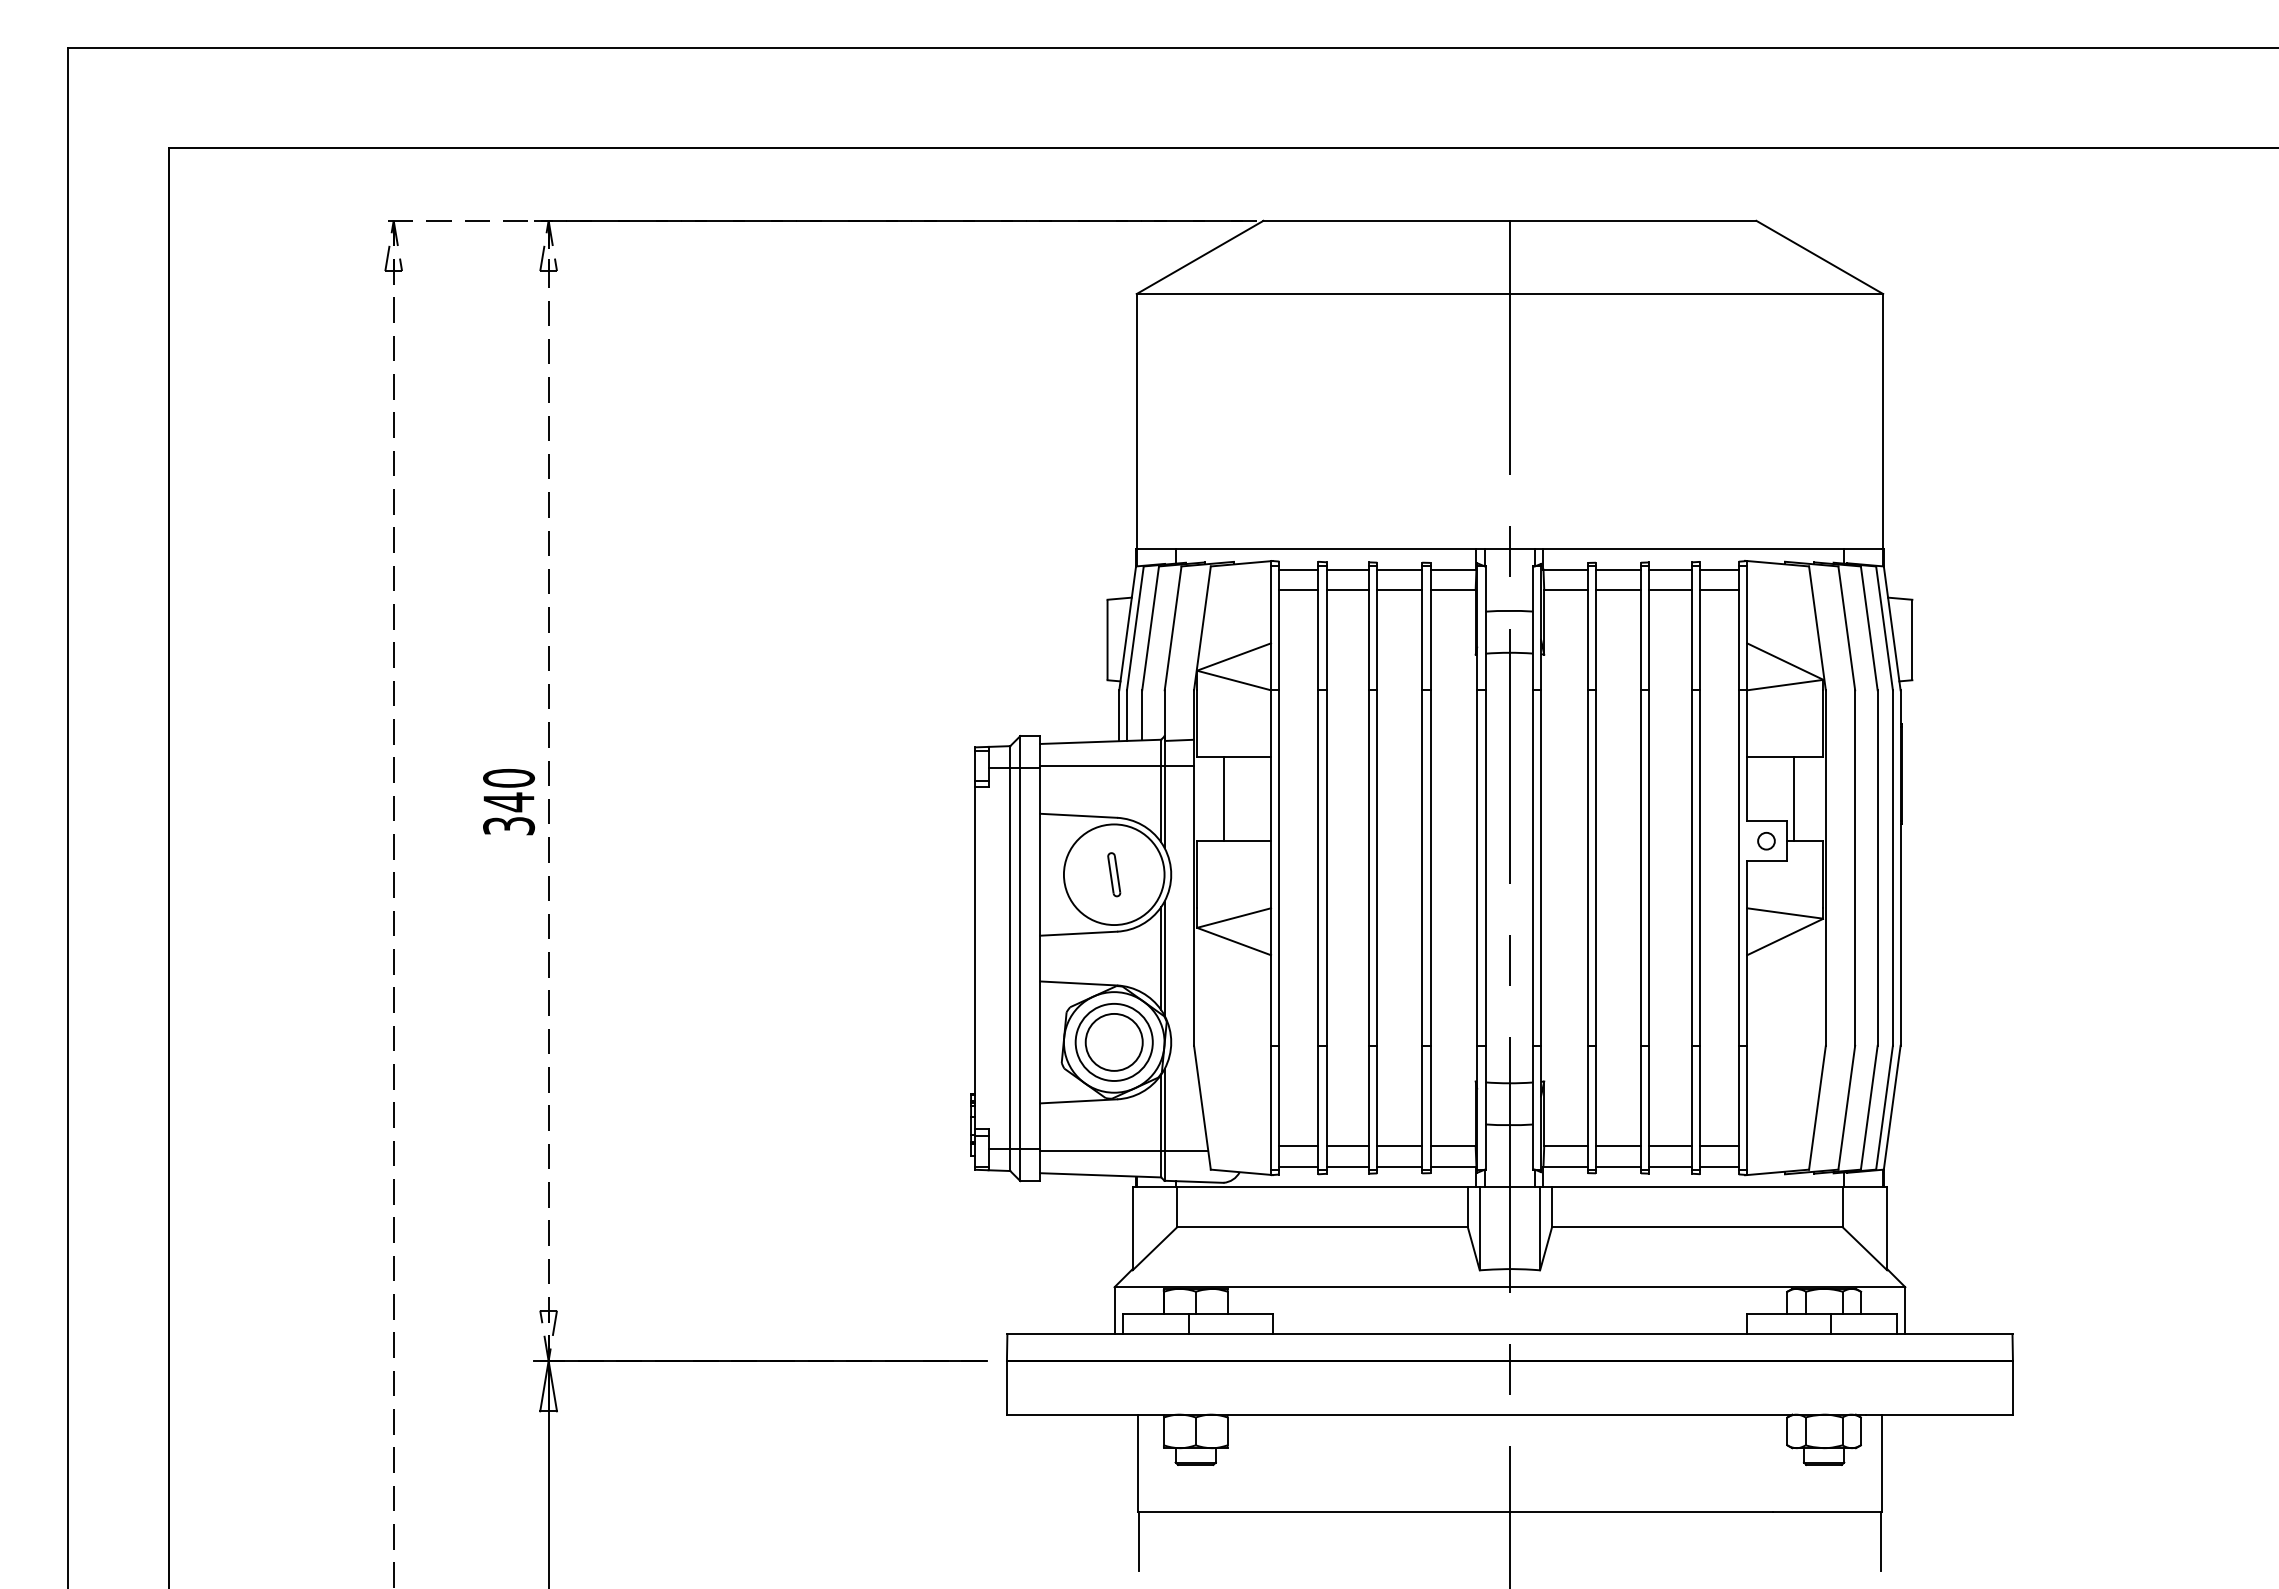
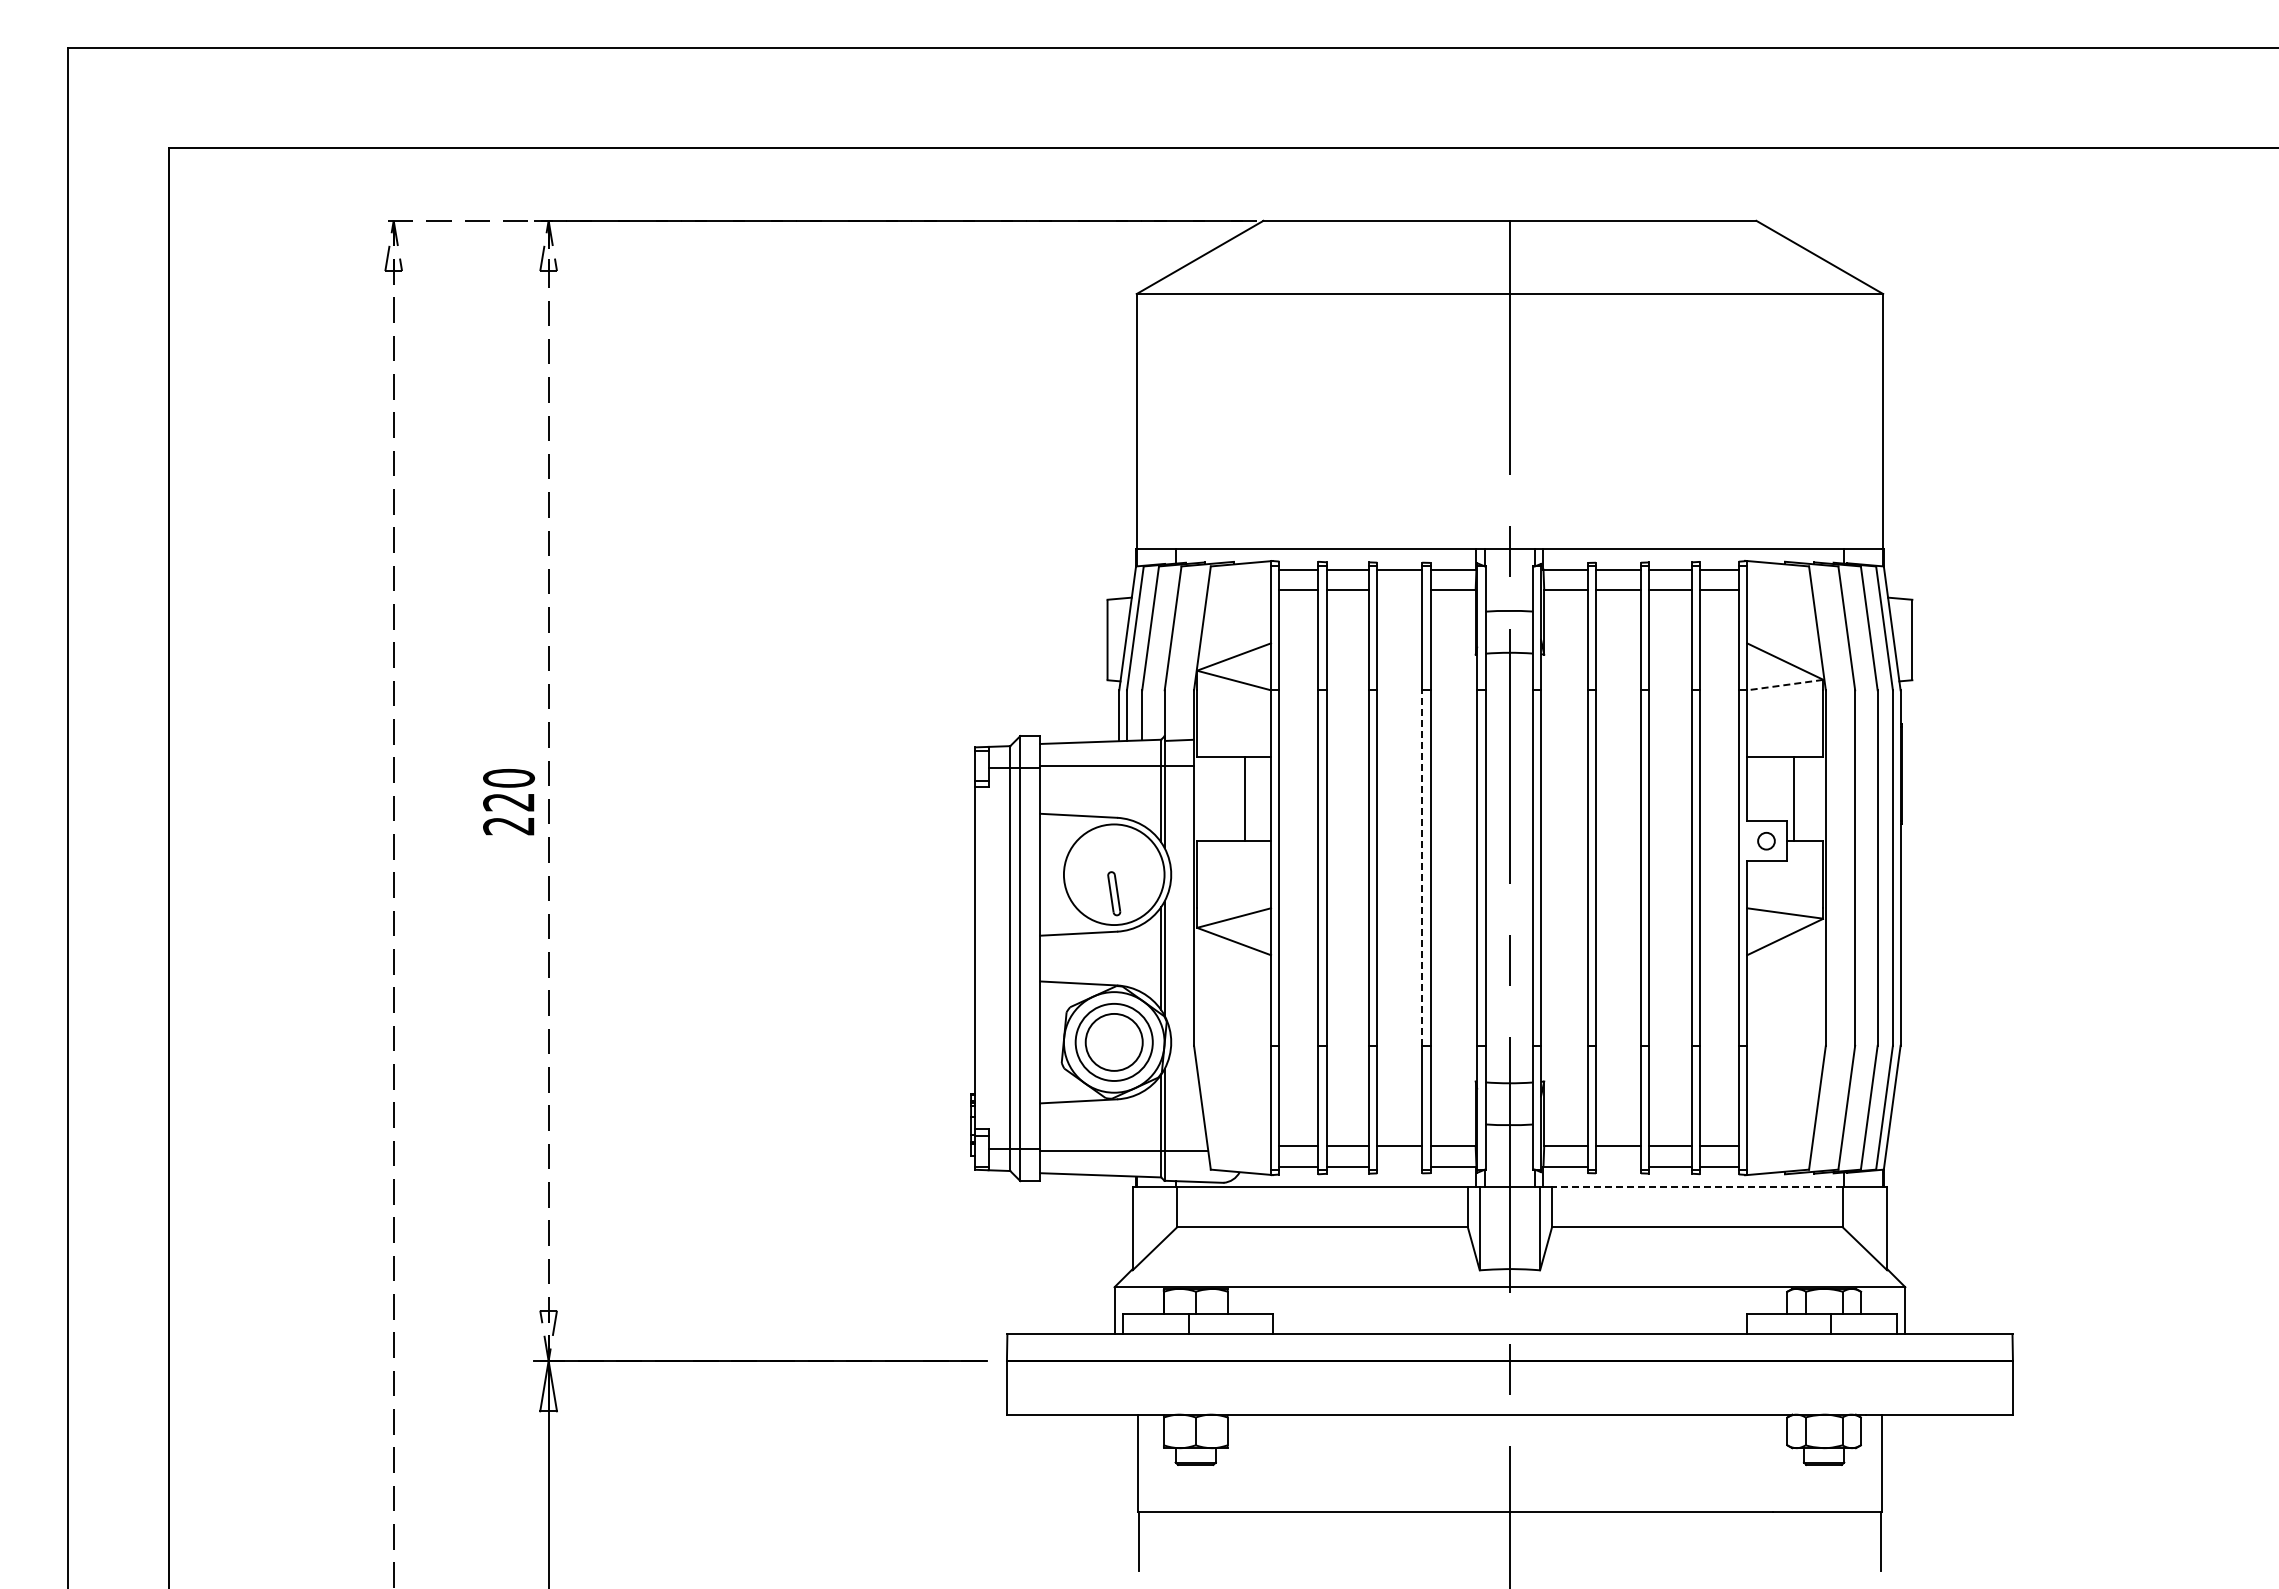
line at (1399, 589): present -> none
line at (1784, 685): solid -> dashed
line at (1224, 799) position: (1224, 799) -> (1245, 799)
text at (509, 813): 340 -> 220
line at (1422, 868): solid -> dashed
part at (1114, 874) position: (1114, 874) -> (1114, 893)
line at (1399, 1166): present -> none
line at (1618, 1166): present -> none
line at (1696, 1186): solid -> dashed
